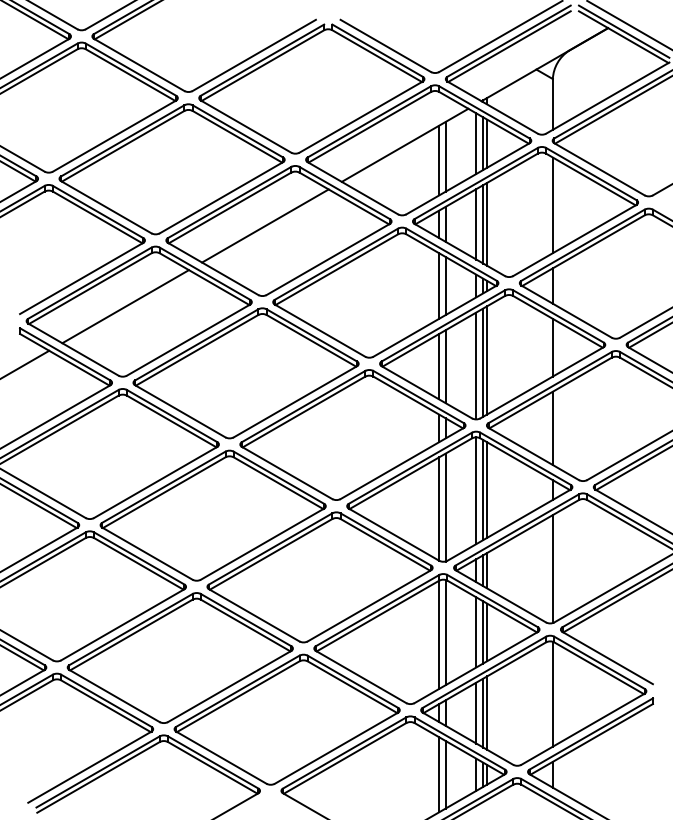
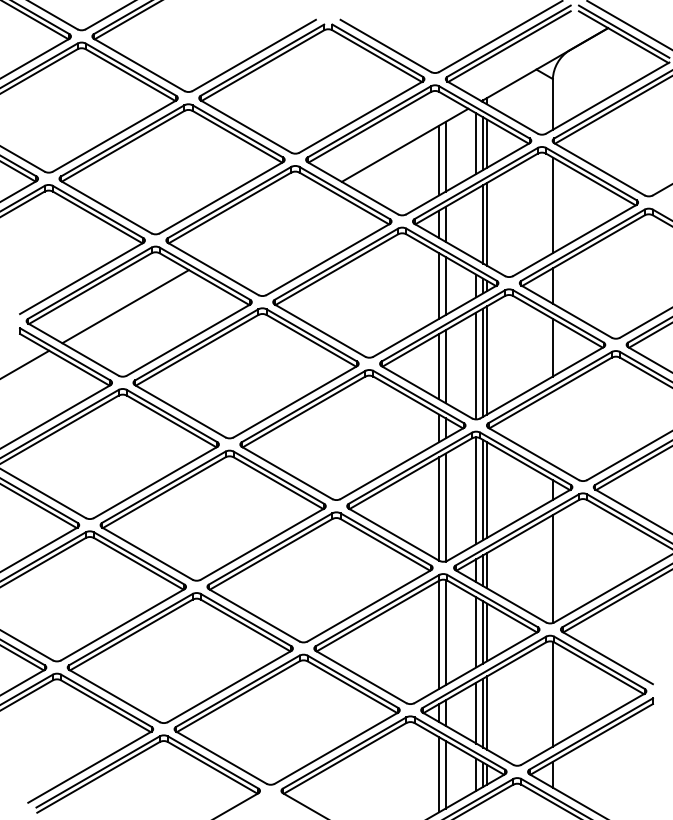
line at (476, 224): present -> none
line at (265, 225): present -> none
line at (552, 428): present -> none
